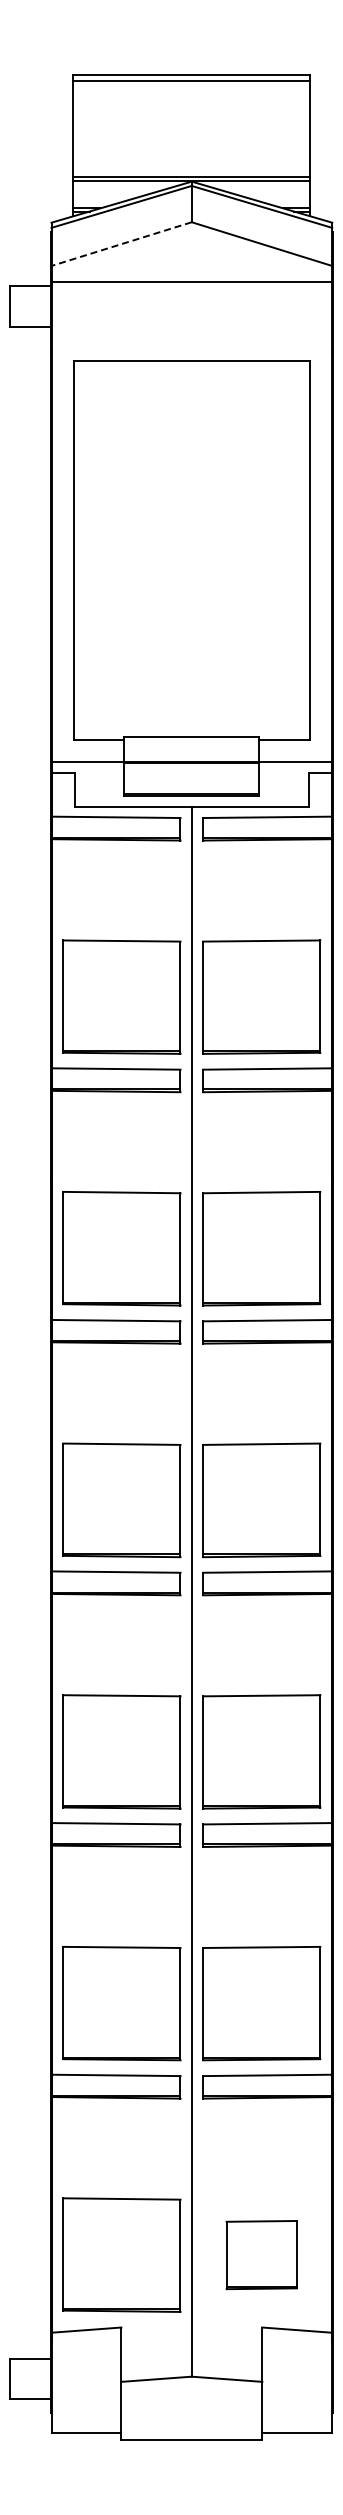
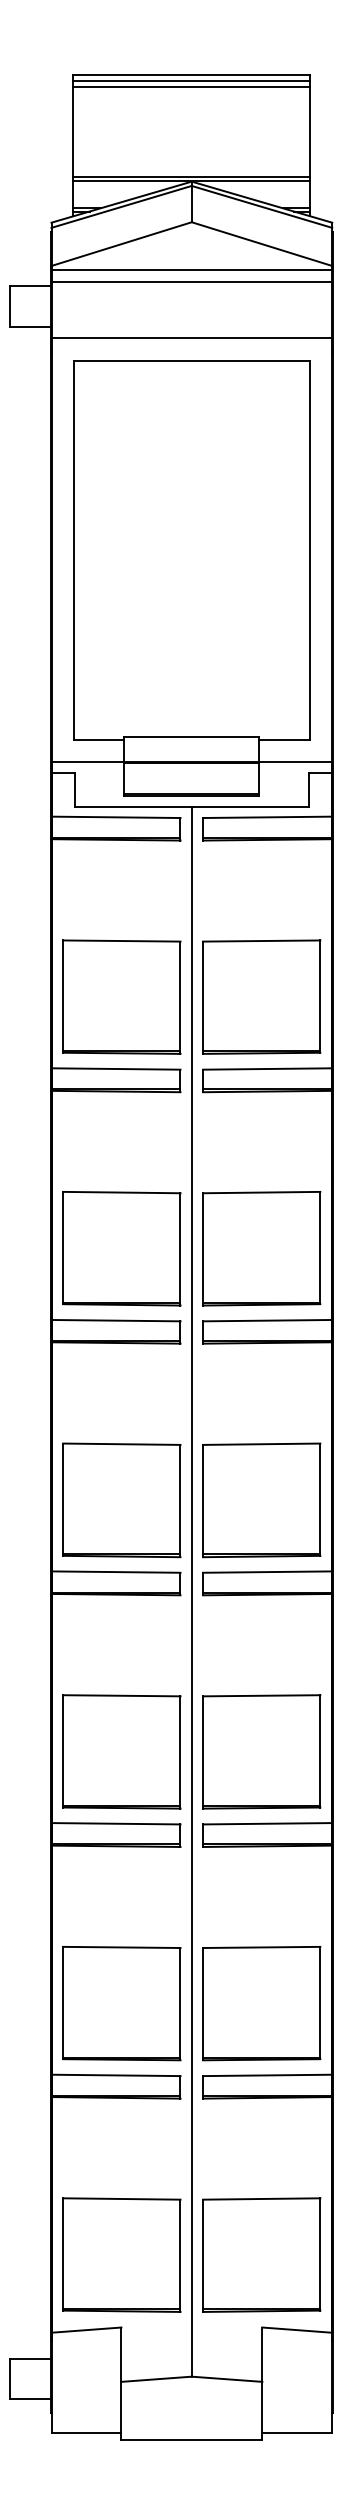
line at (191, 87): none -> present
line at (121, 244): dashed -> solid
line at (191, 270): none -> present
line at (191, 338): none -> present
part at (261, 2255) size: 73x71 px -> 120x116 px
